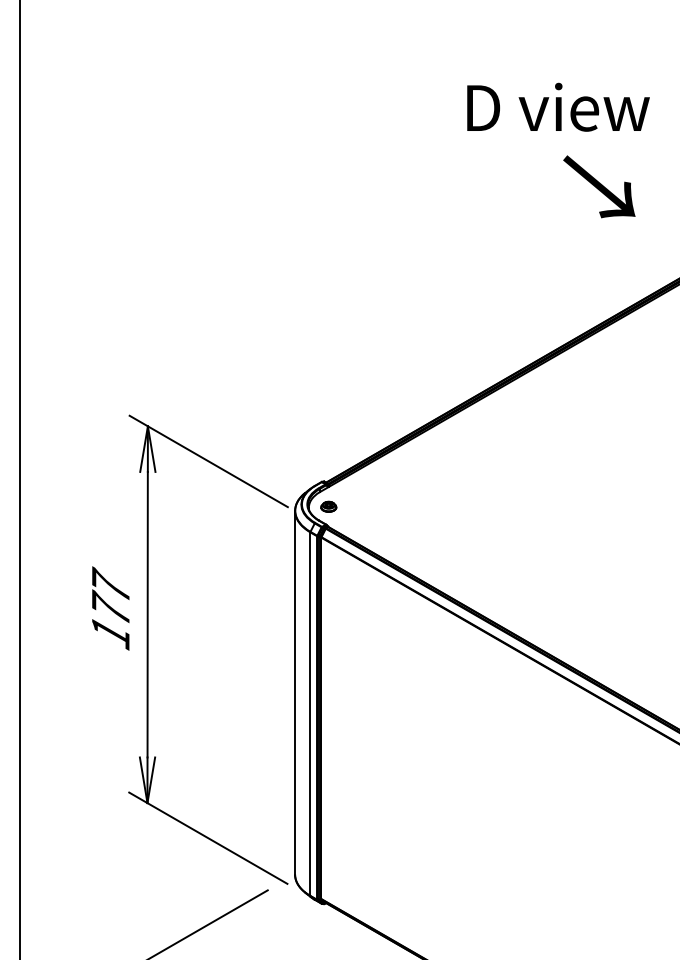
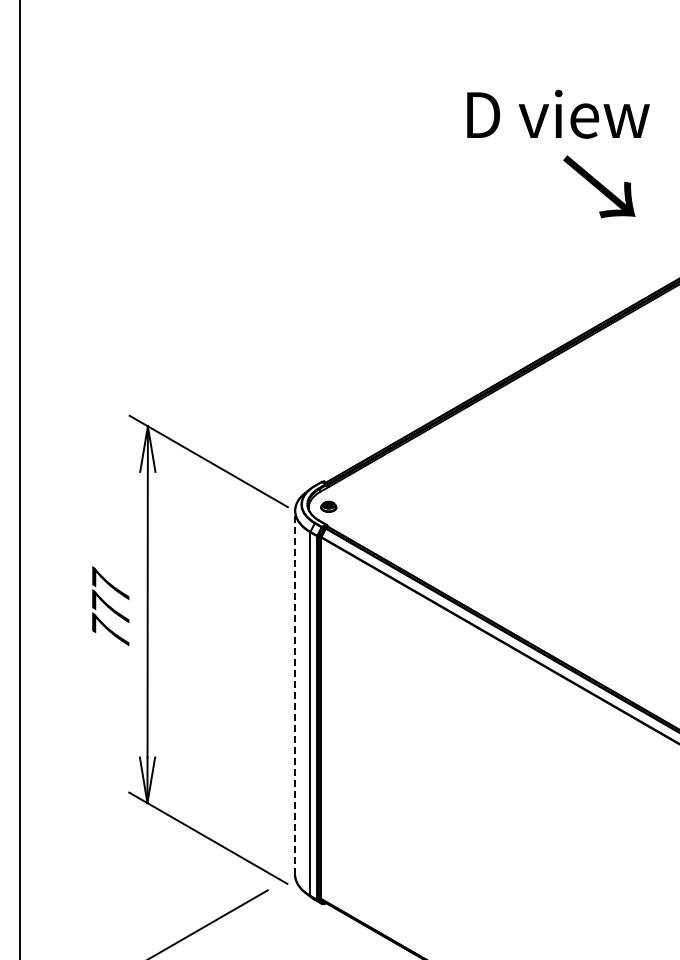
text at (558, 106) position: (558, 106) -> (558, 113)
text at (110, 631): 177 -> 777
line at (295, 692): solid -> dashed
